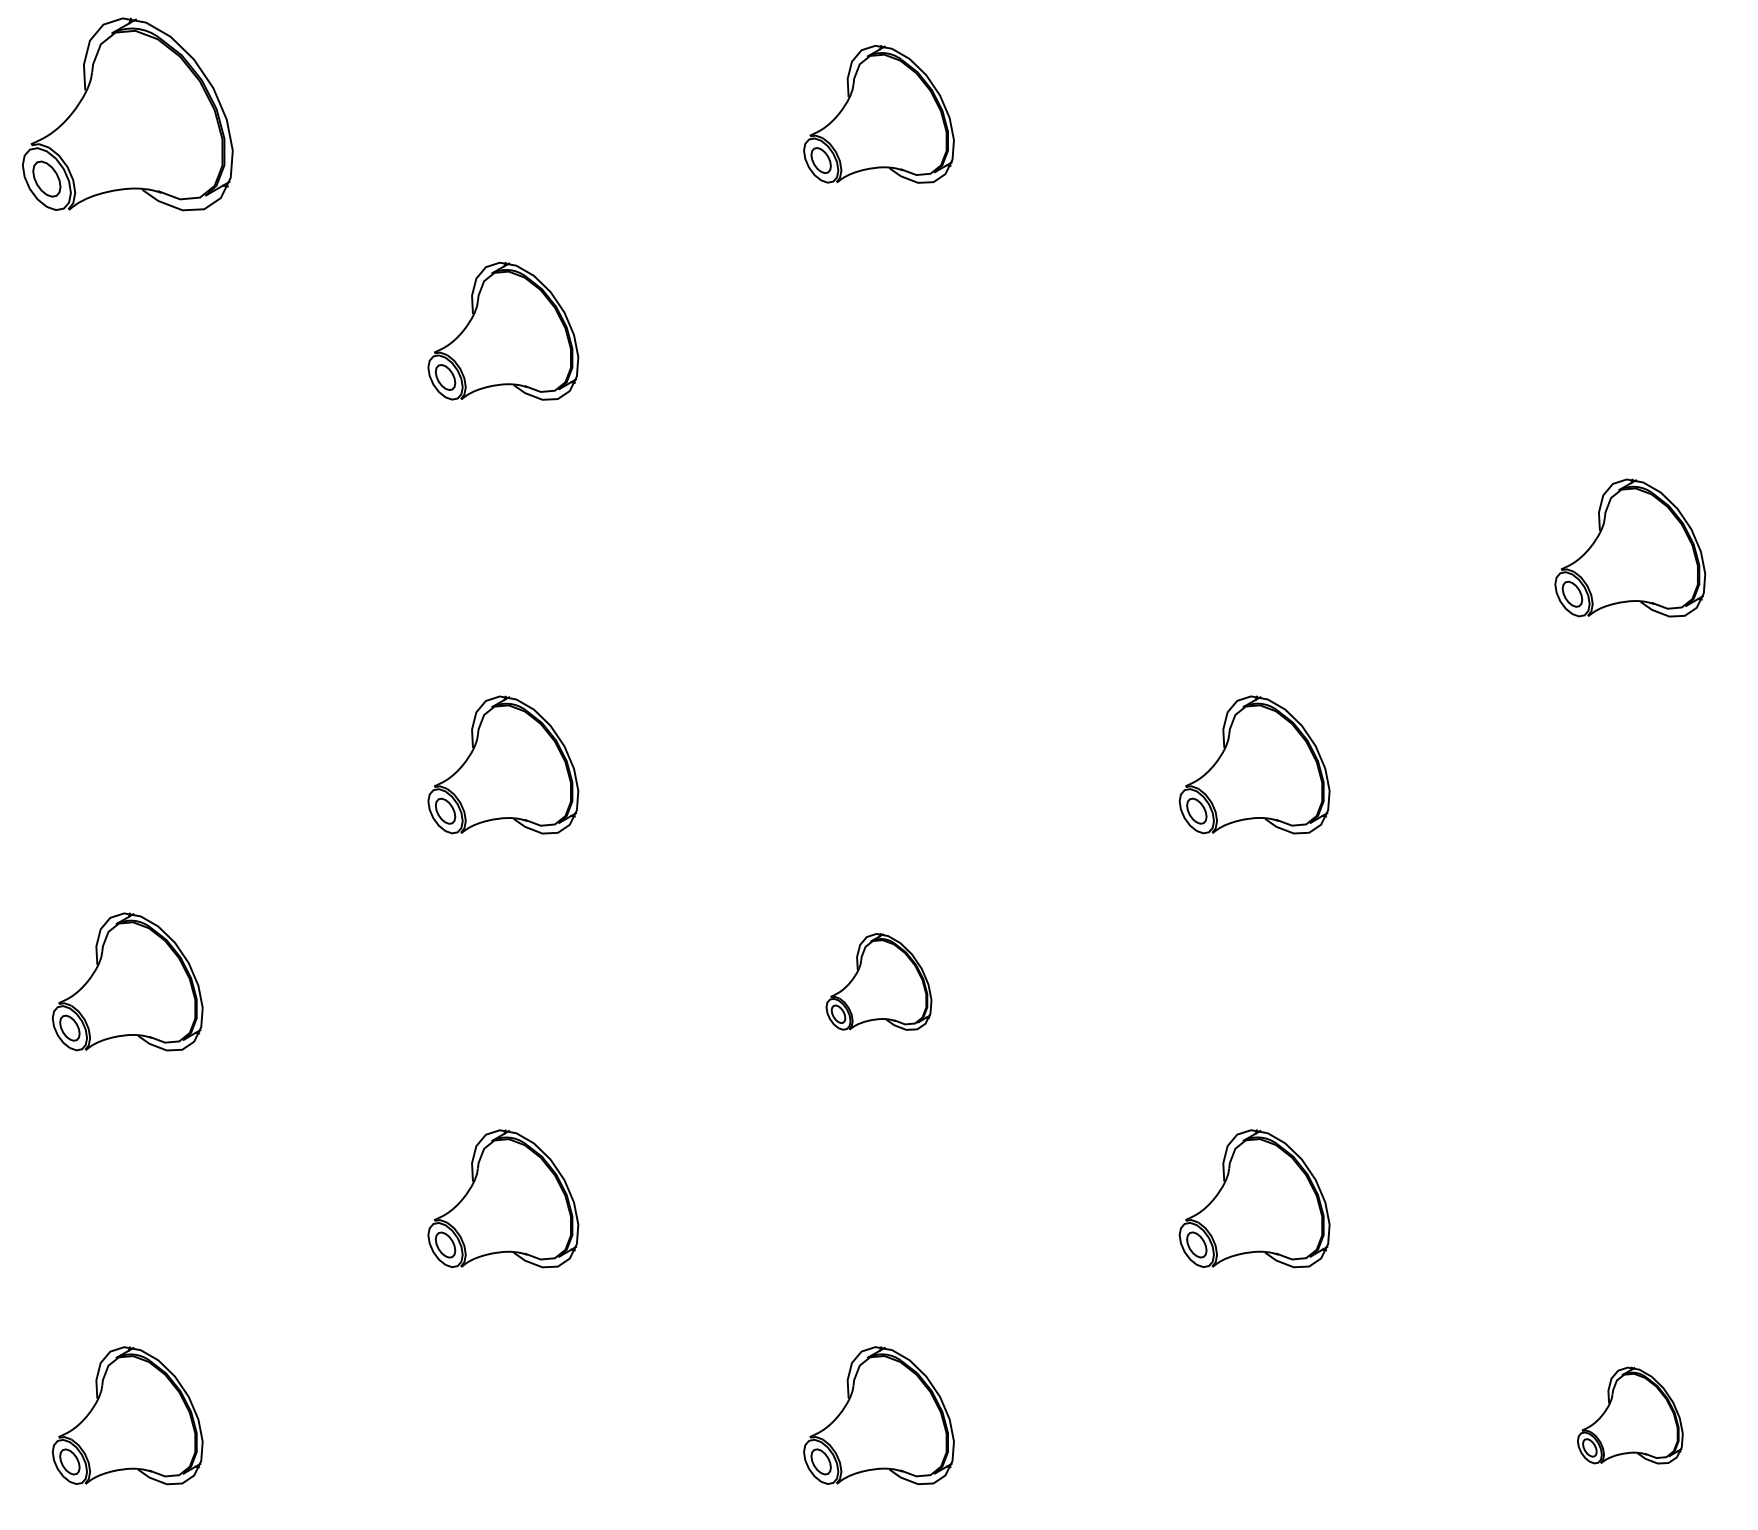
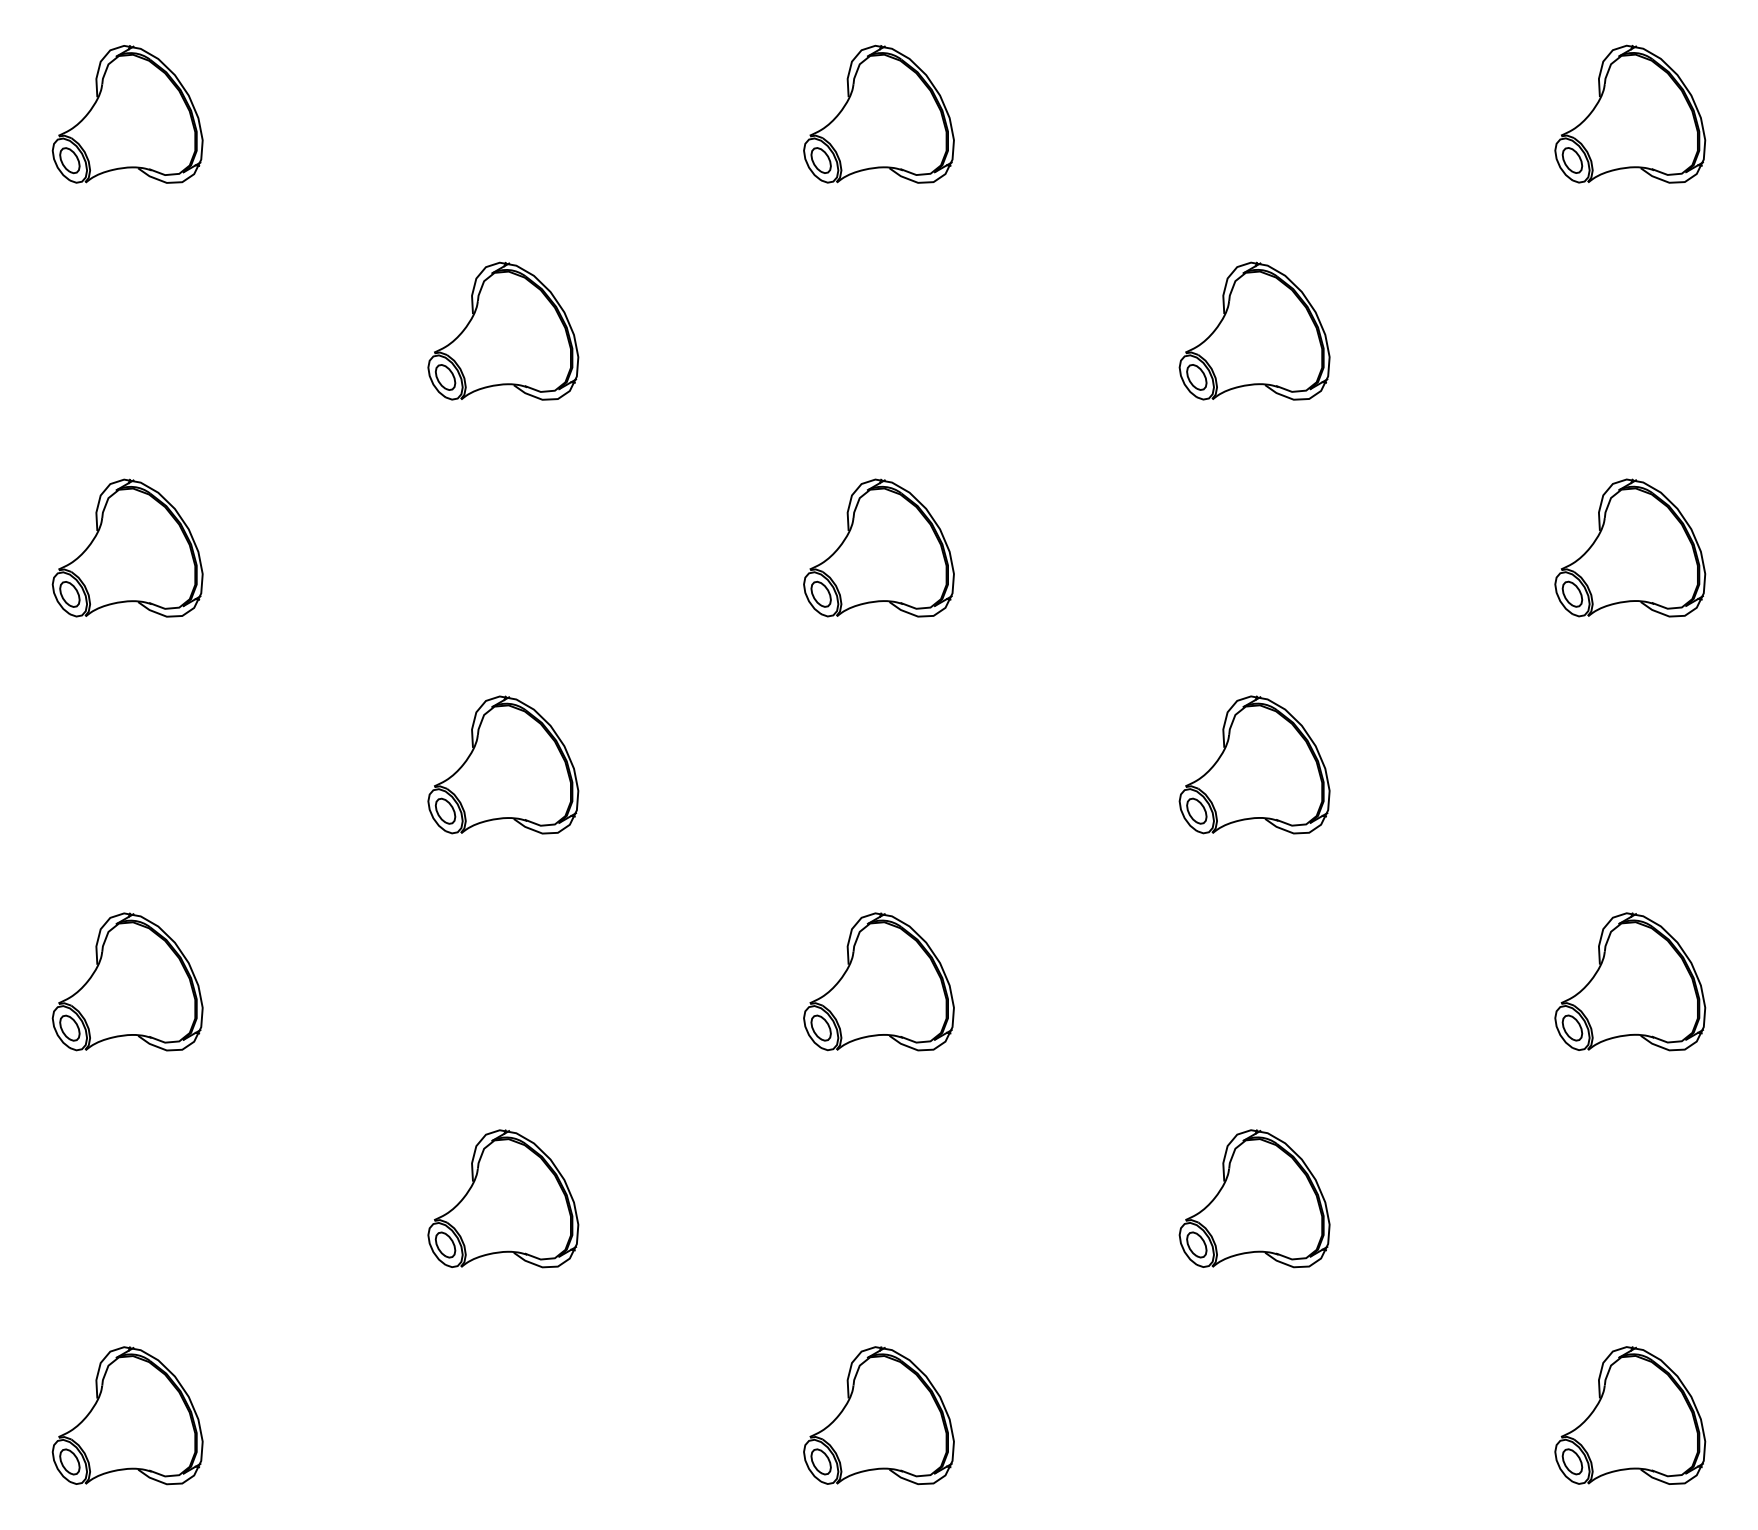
part at (1630, 113): none -> present
part at (127, 114) size: 212x195 px -> 153x139 px
part at (1254, 330): none -> present
part at (127, 547): none -> present
part at (878, 547): none -> present
part at (878, 981) size: 108x98 px -> 152x140 px
part at (1630, 981): none -> present
part at (1630, 1415) size: 107x99 px -> 153x139 px
